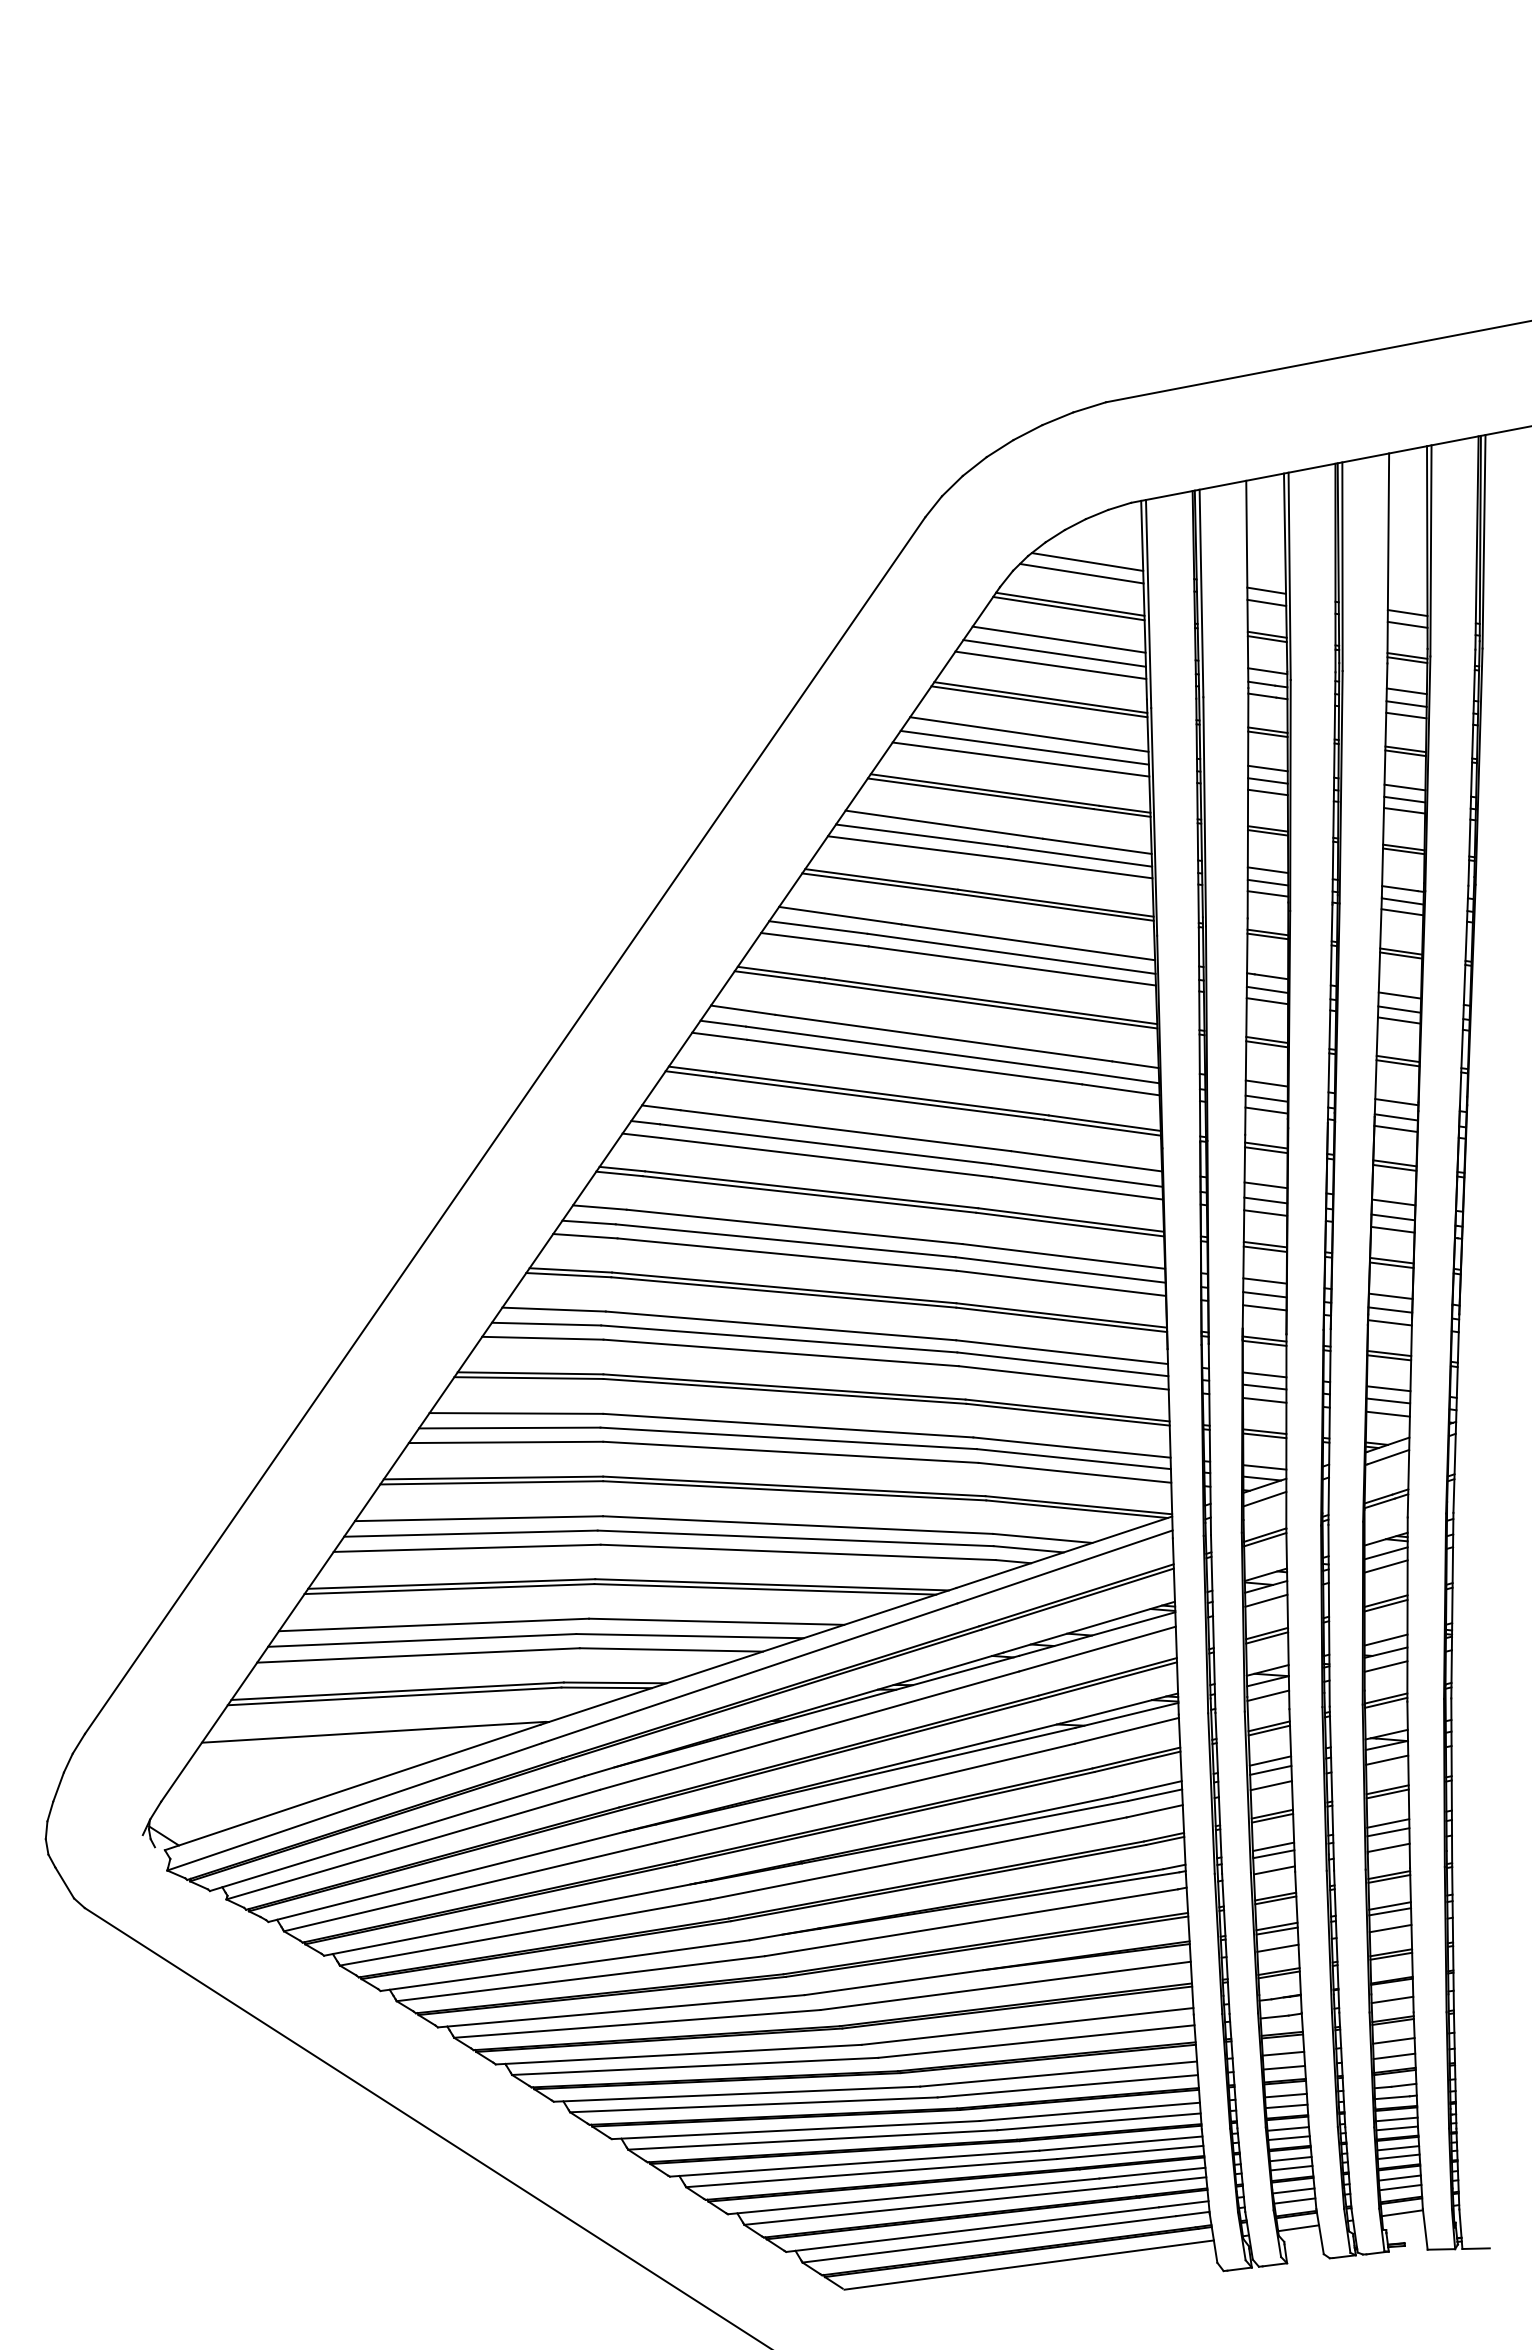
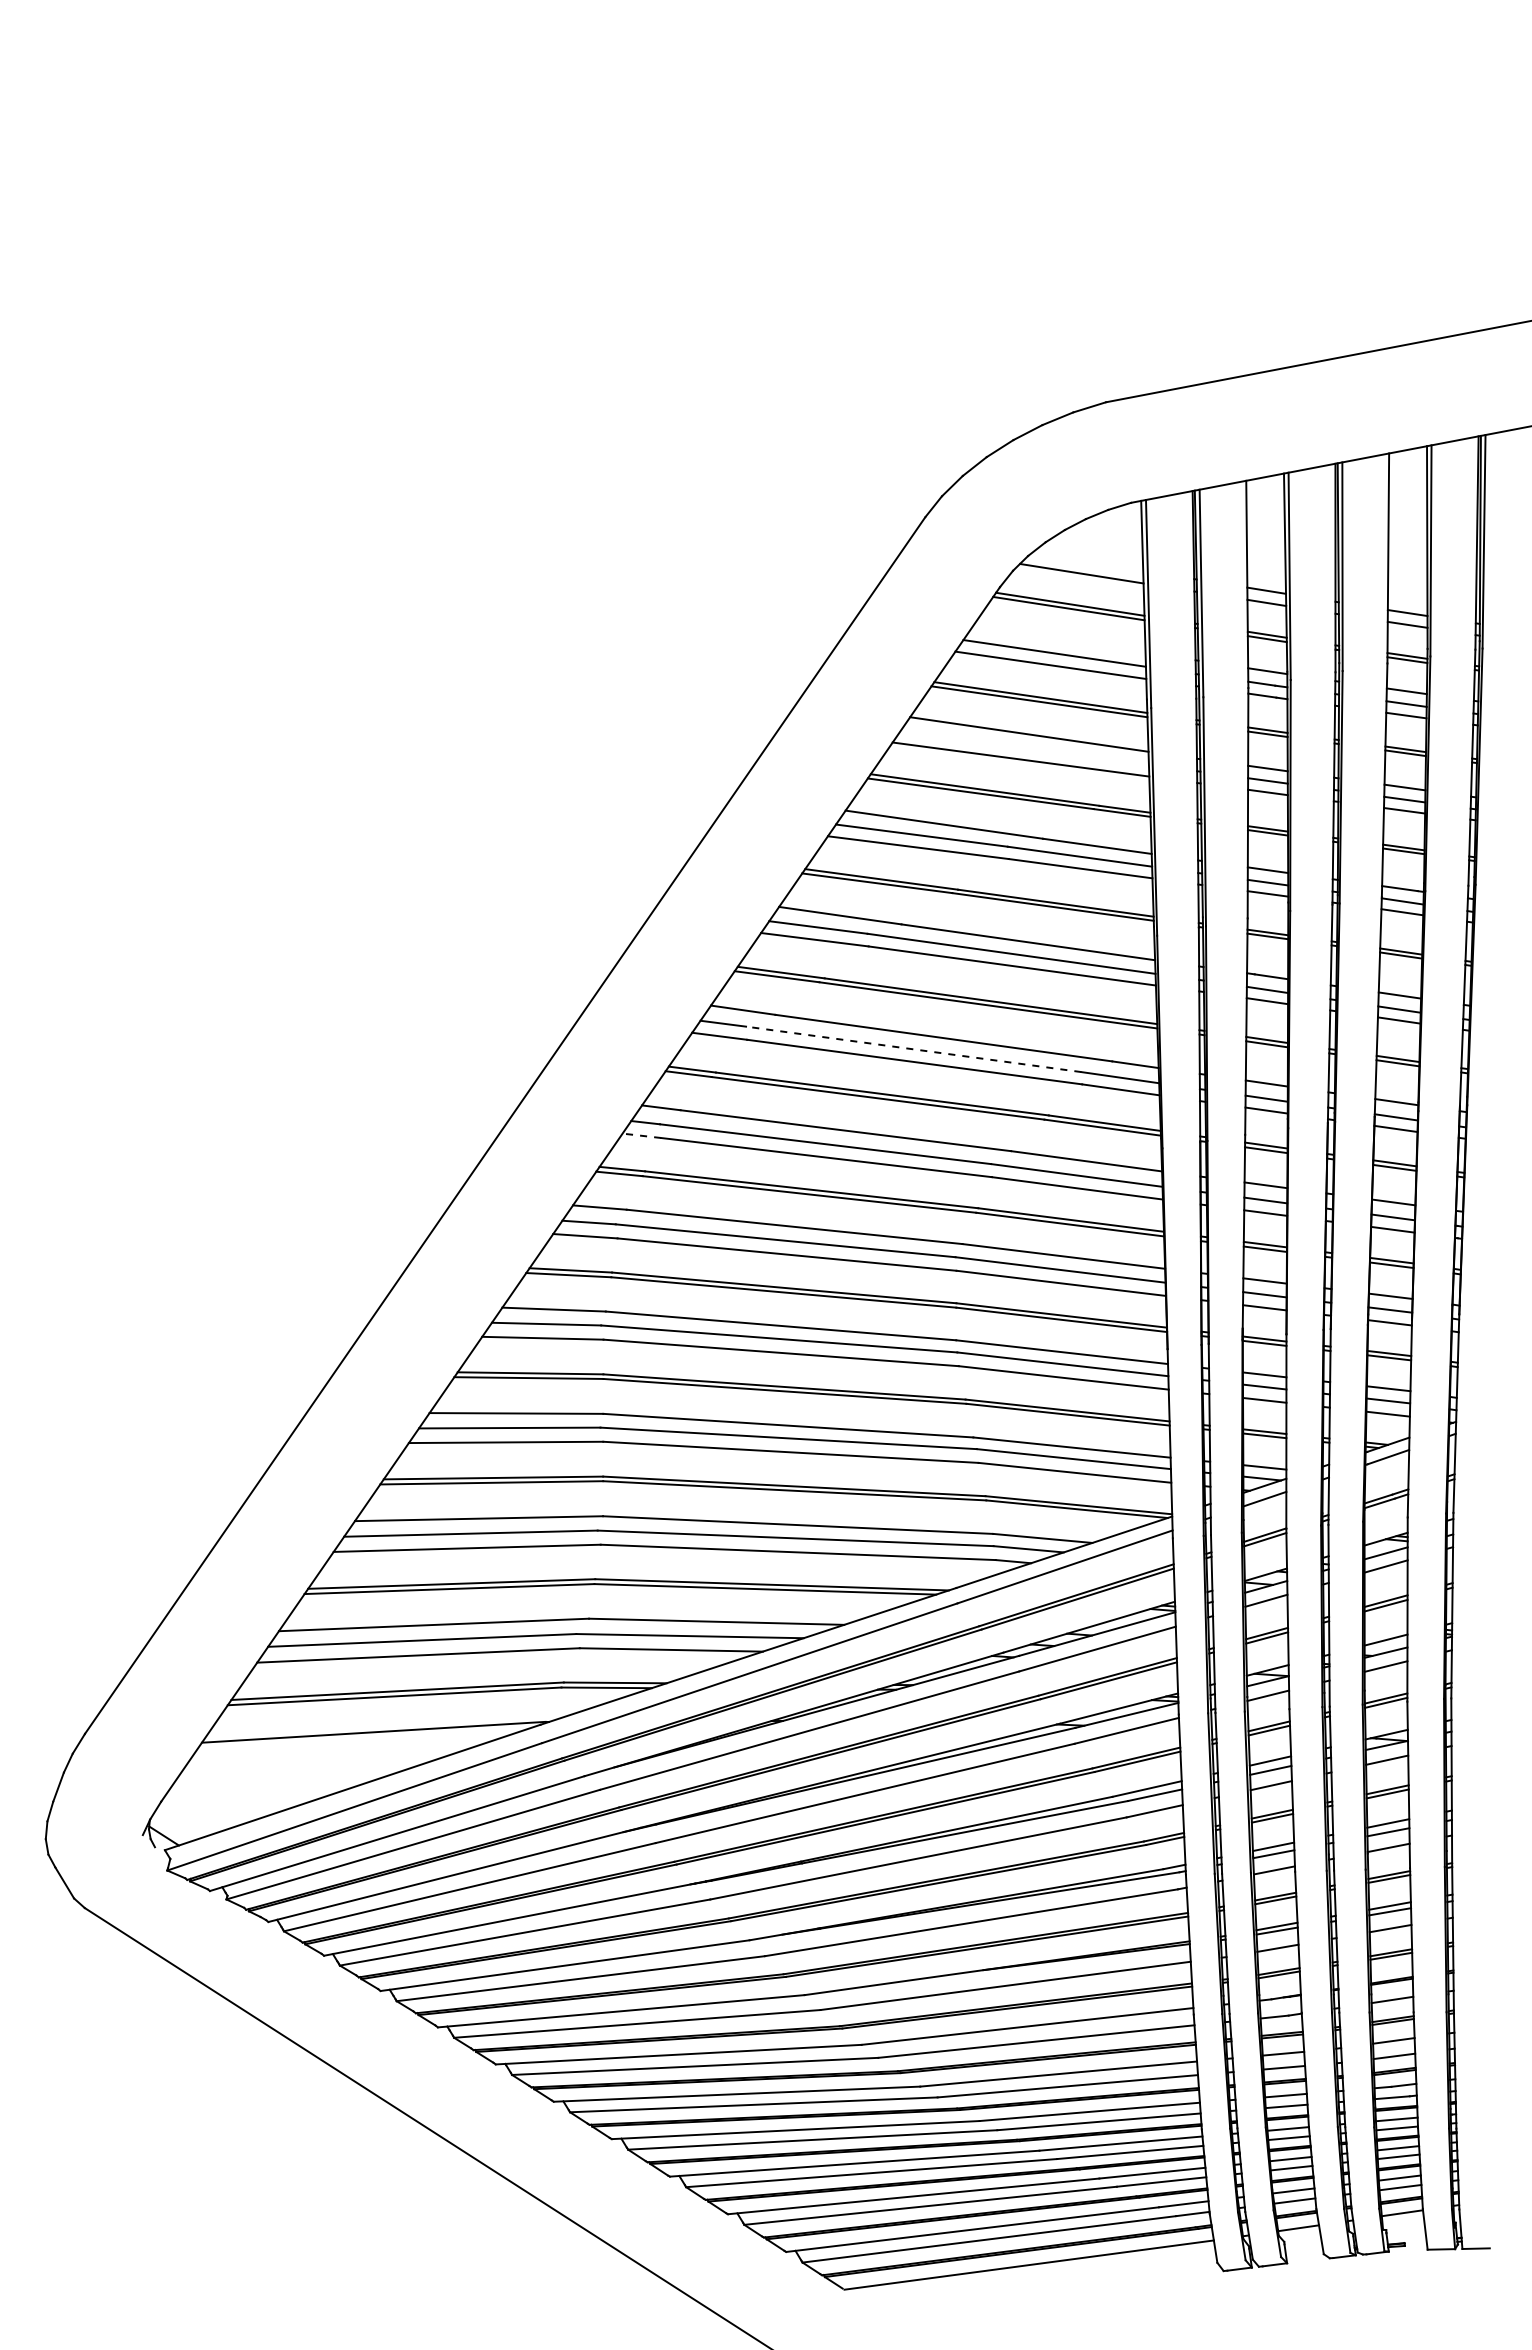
line at (1087, 561): present -> none
line at (1058, 639): present -> none
line at (1024, 747): present -> none
line at (913, 1049): solid -> dashed
line at (641, 1135): solid -> dashed
